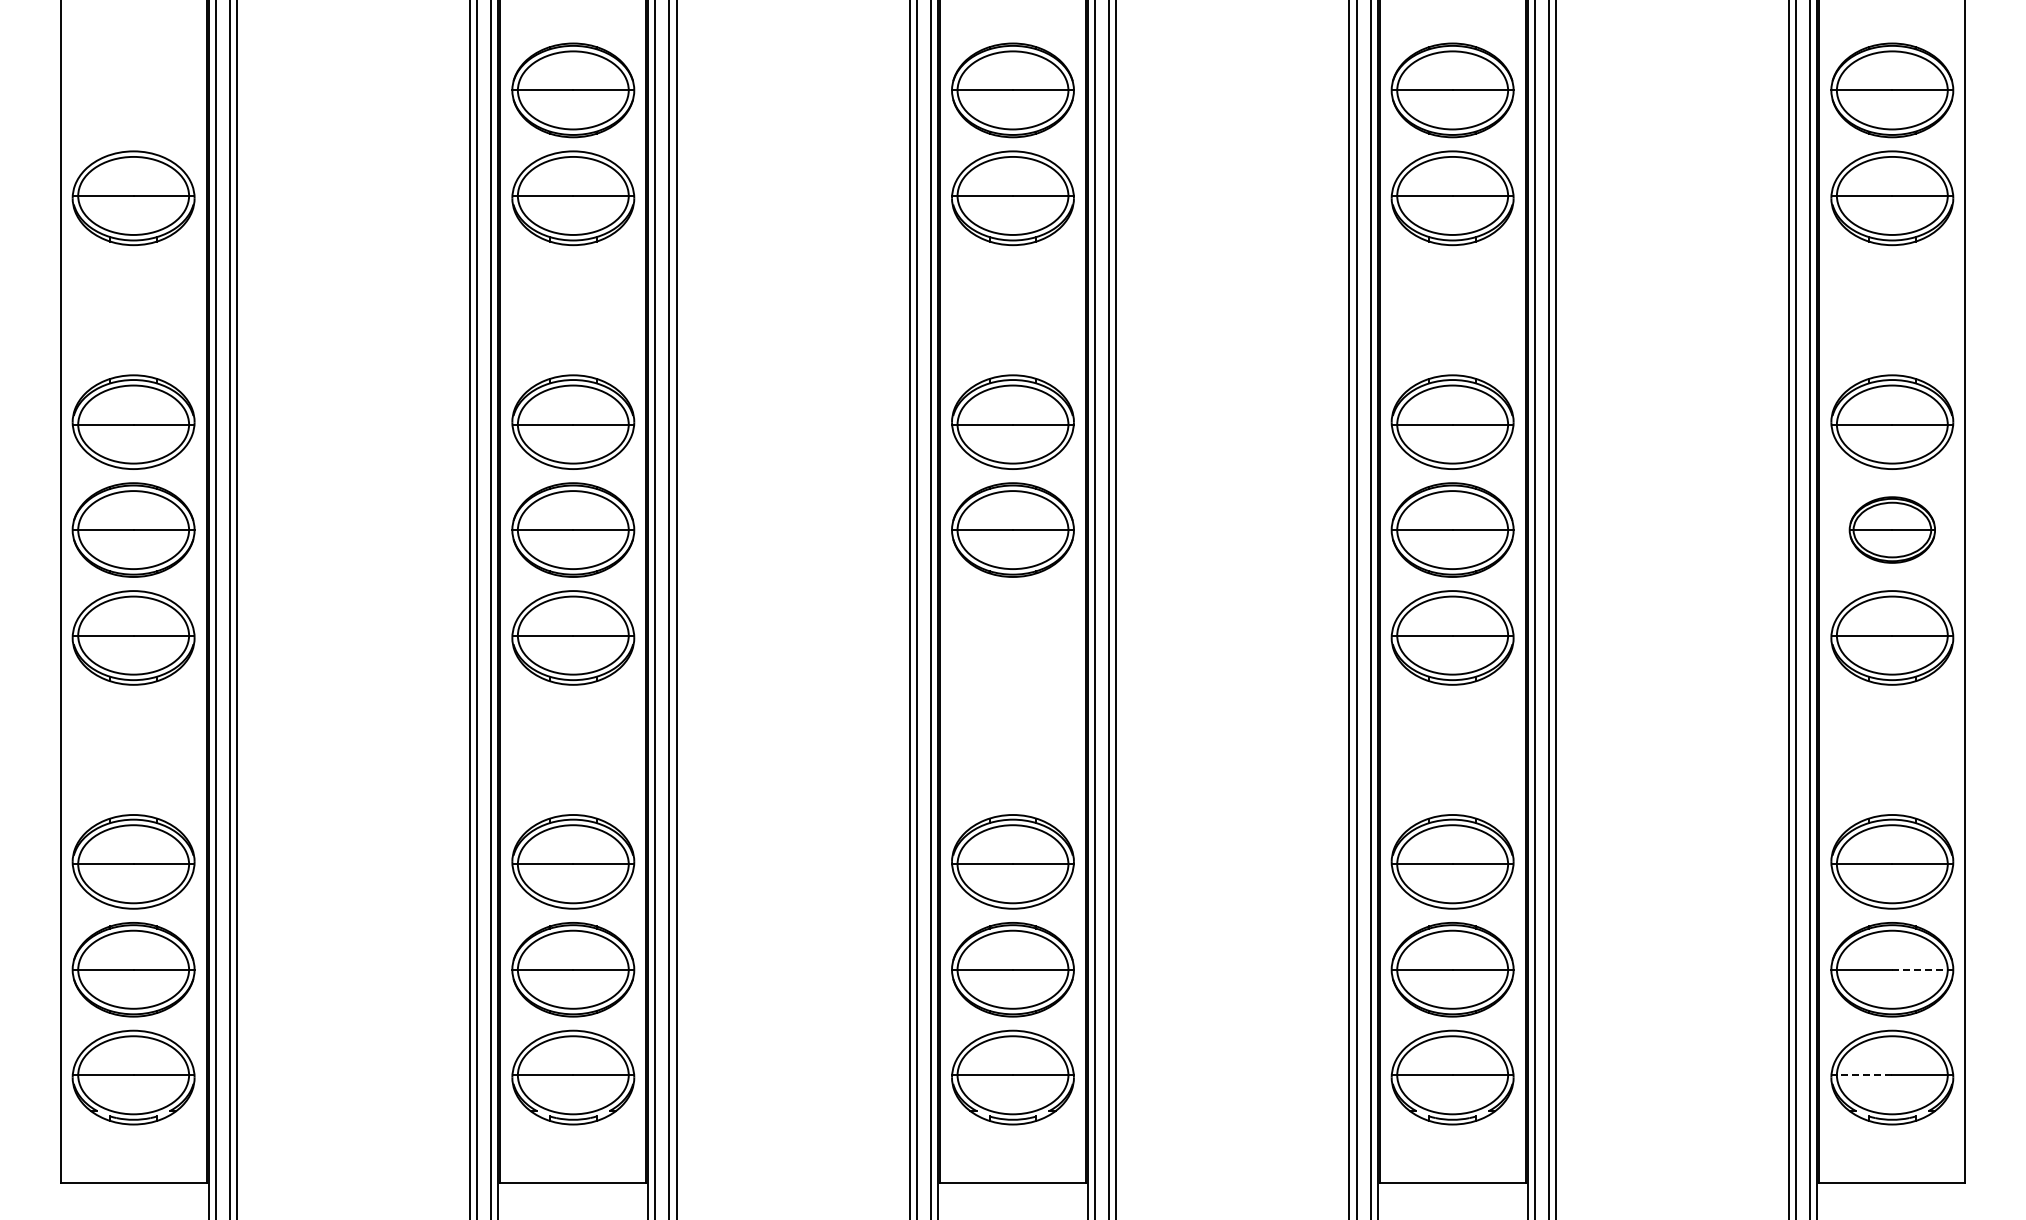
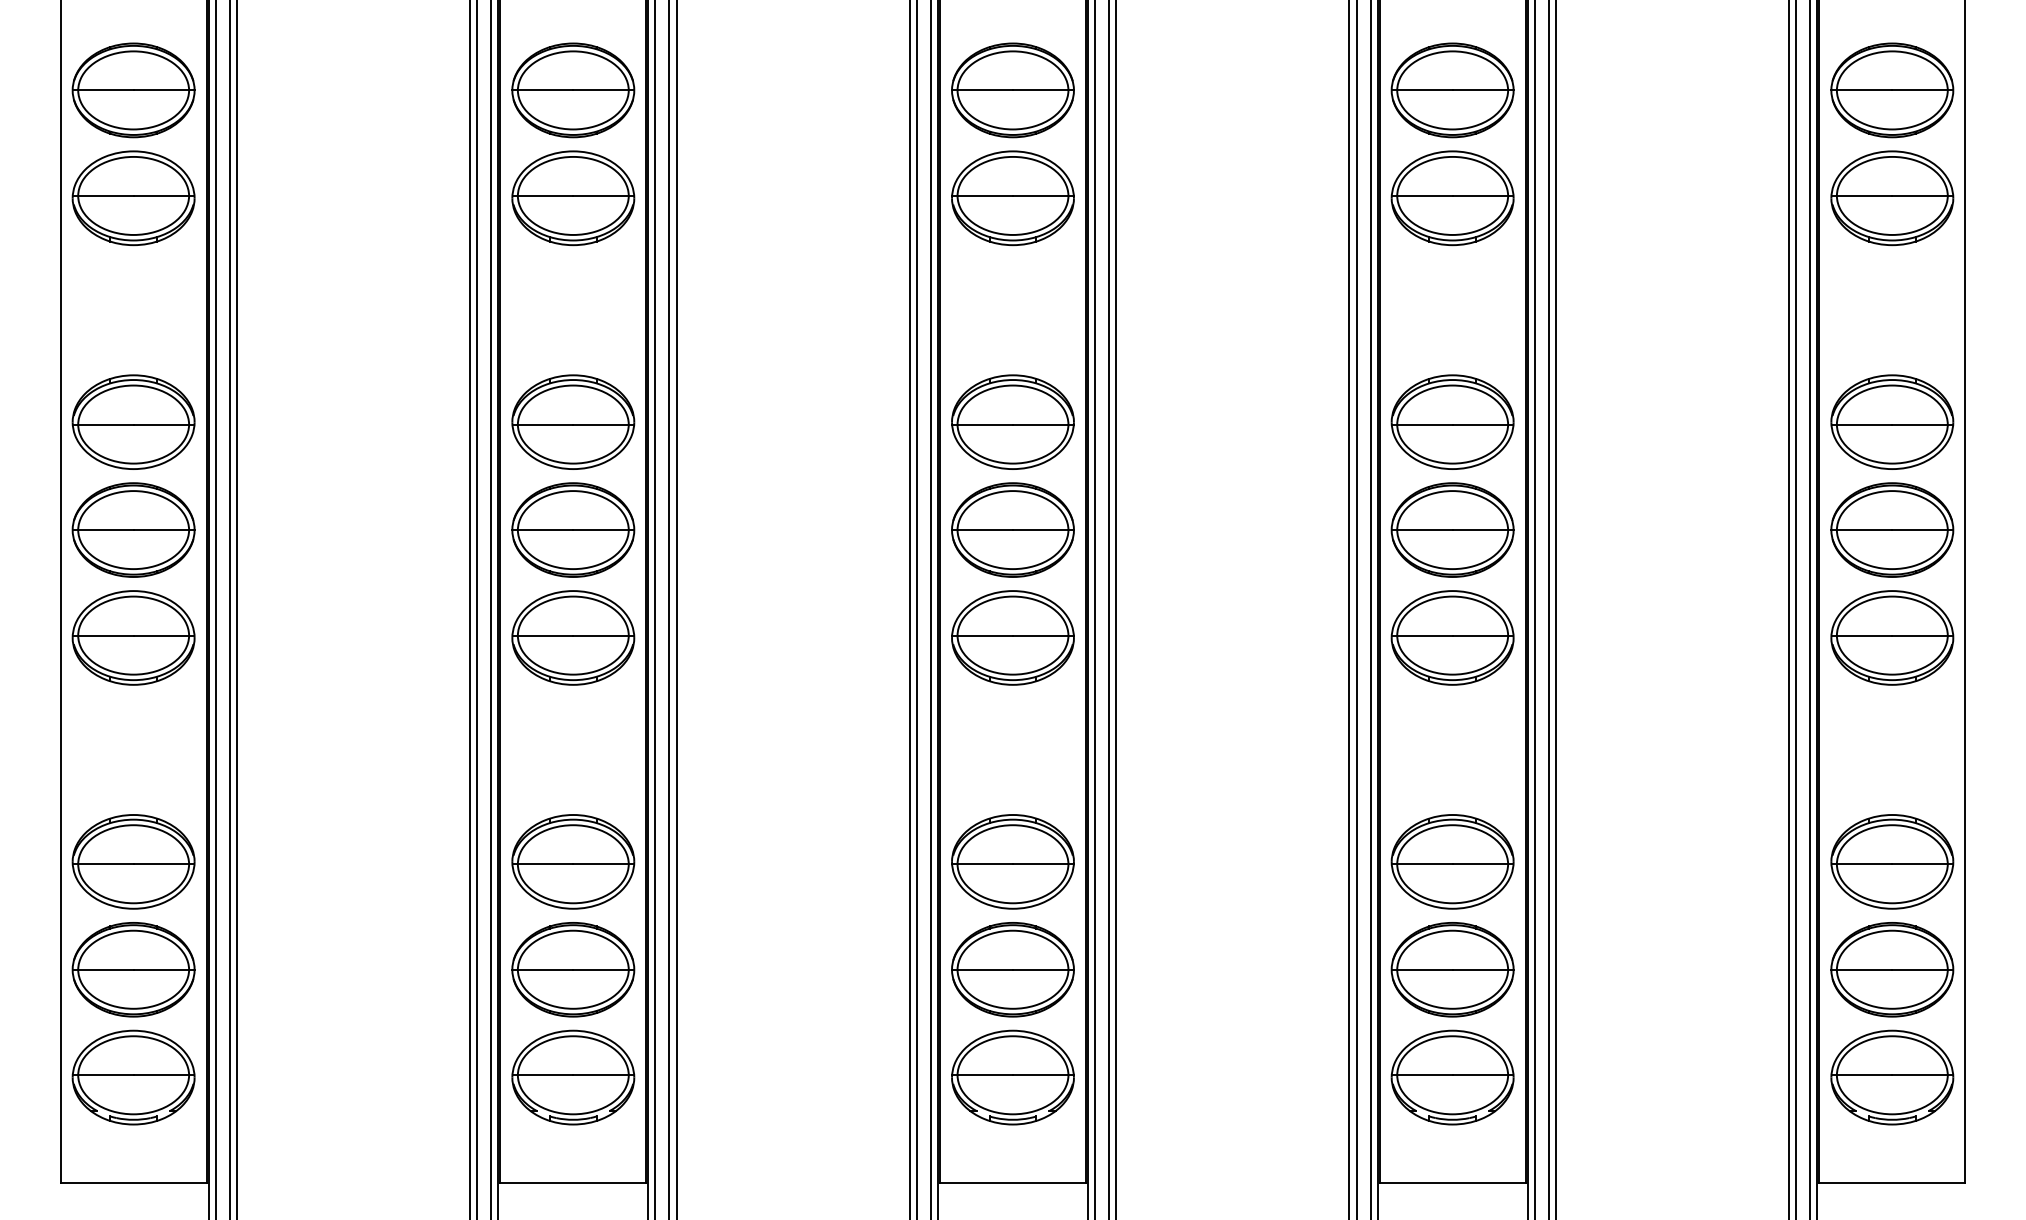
part at (133, 90): none -> present
part at (1891, 529) size: 88x68 px -> 125x96 px
part at (1012, 637): none -> present
line at (1920, 969): dashed -> solid
line at (1864, 1075): dashed -> solid
